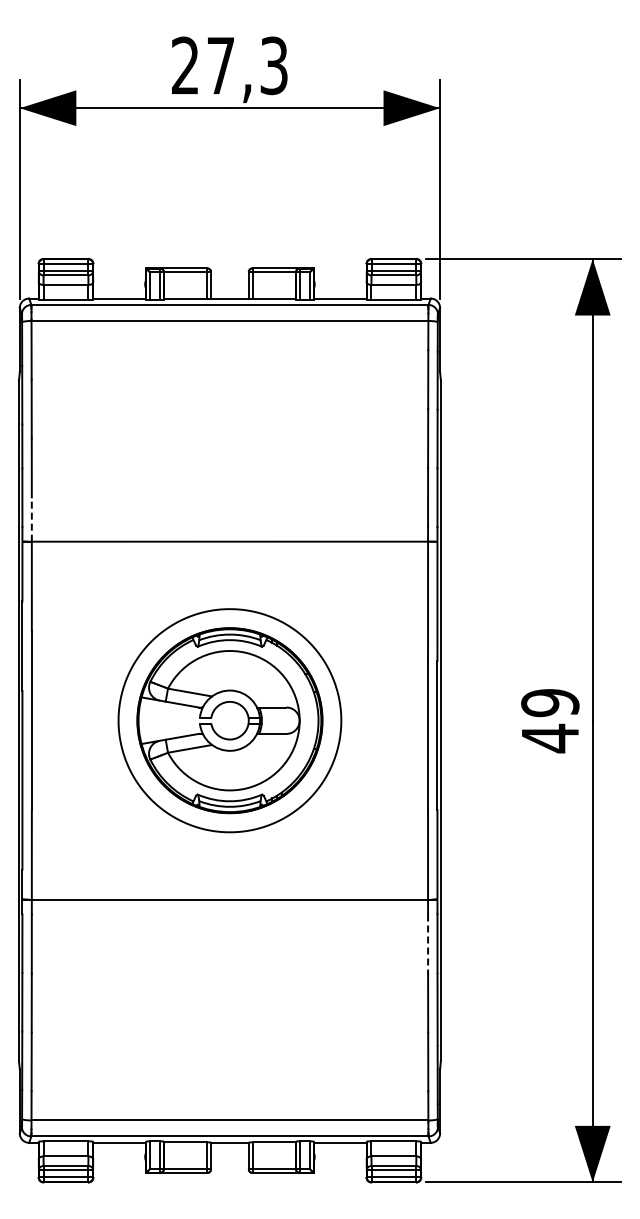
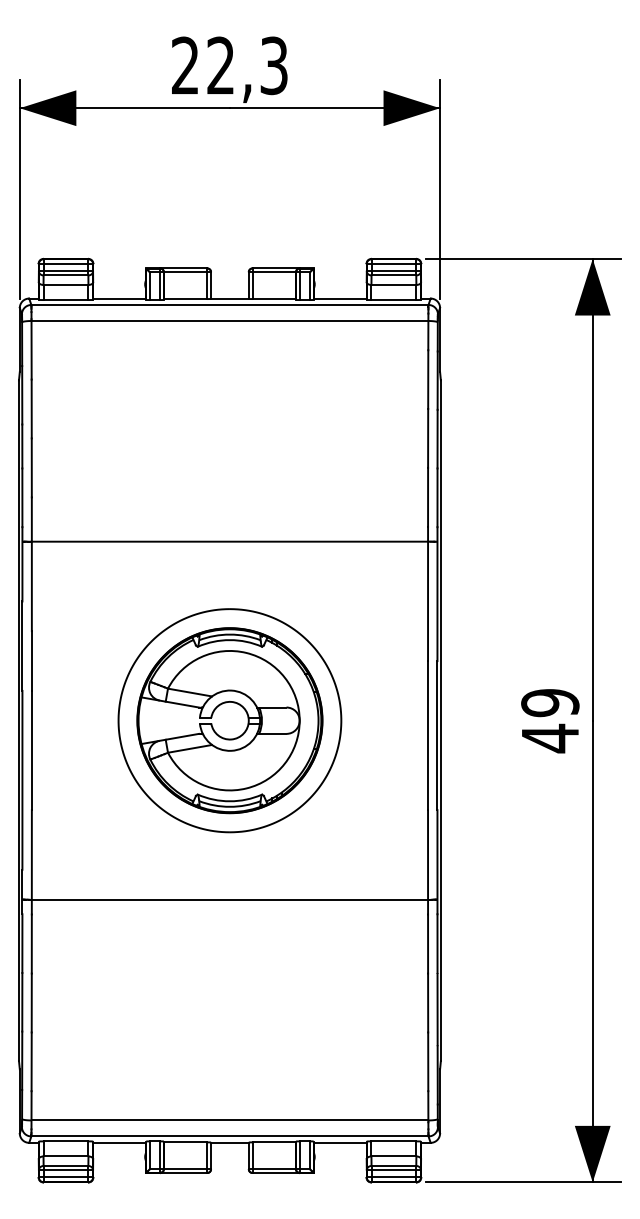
text at (220, 64): 27,3 -> 22,3
line at (31, 519): dashed -> solid
line at (428, 944): dashed -> solid
